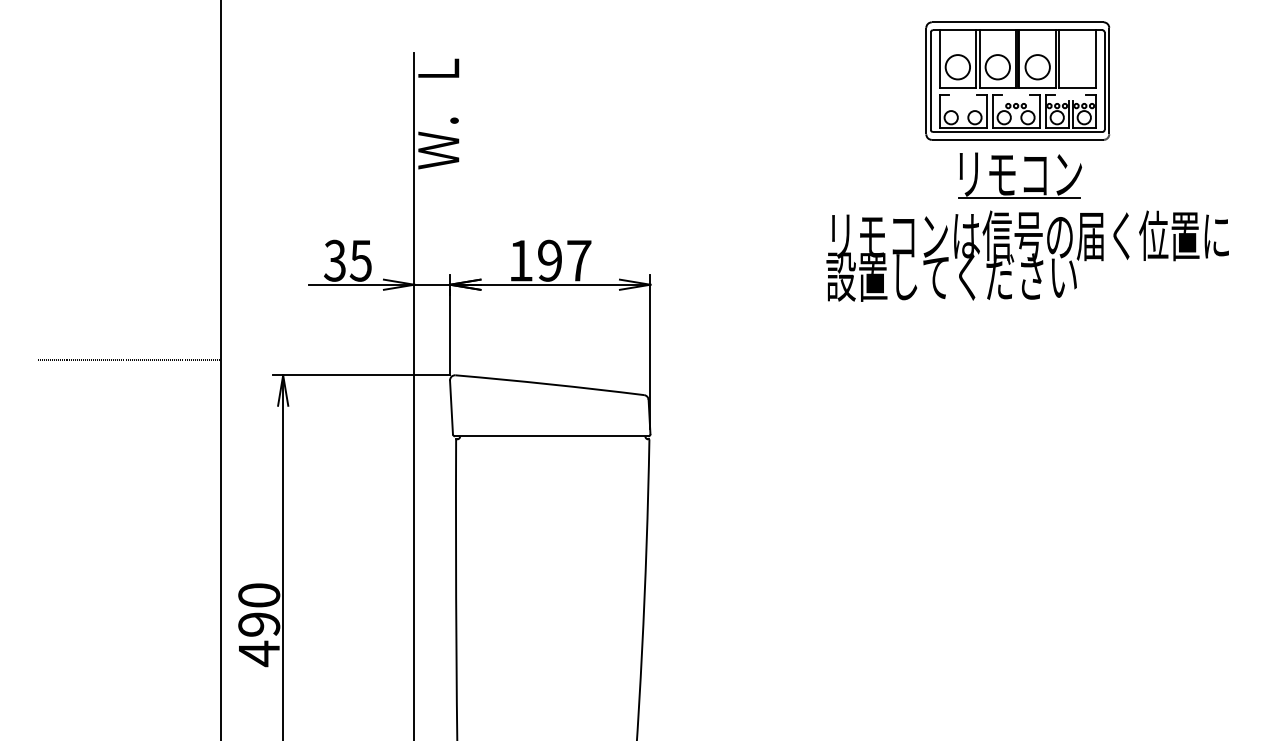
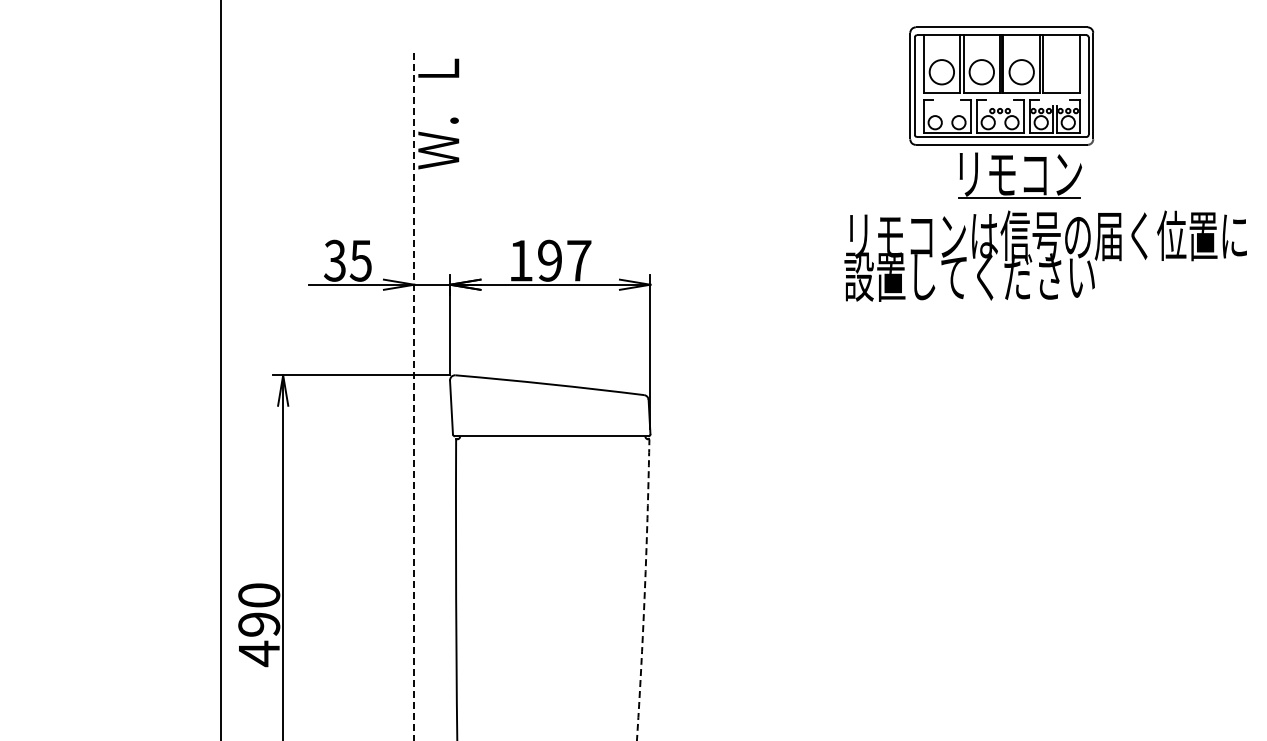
part at (1017, 80) position: (1017, 80) -> (1001, 85)
text at (1027, 255) position: (1027, 255) -> (1045, 255)
line at (129, 360): present -> none
line at (414, 396): solid -> dashed
arc at (644, 590): solid -> dashed
